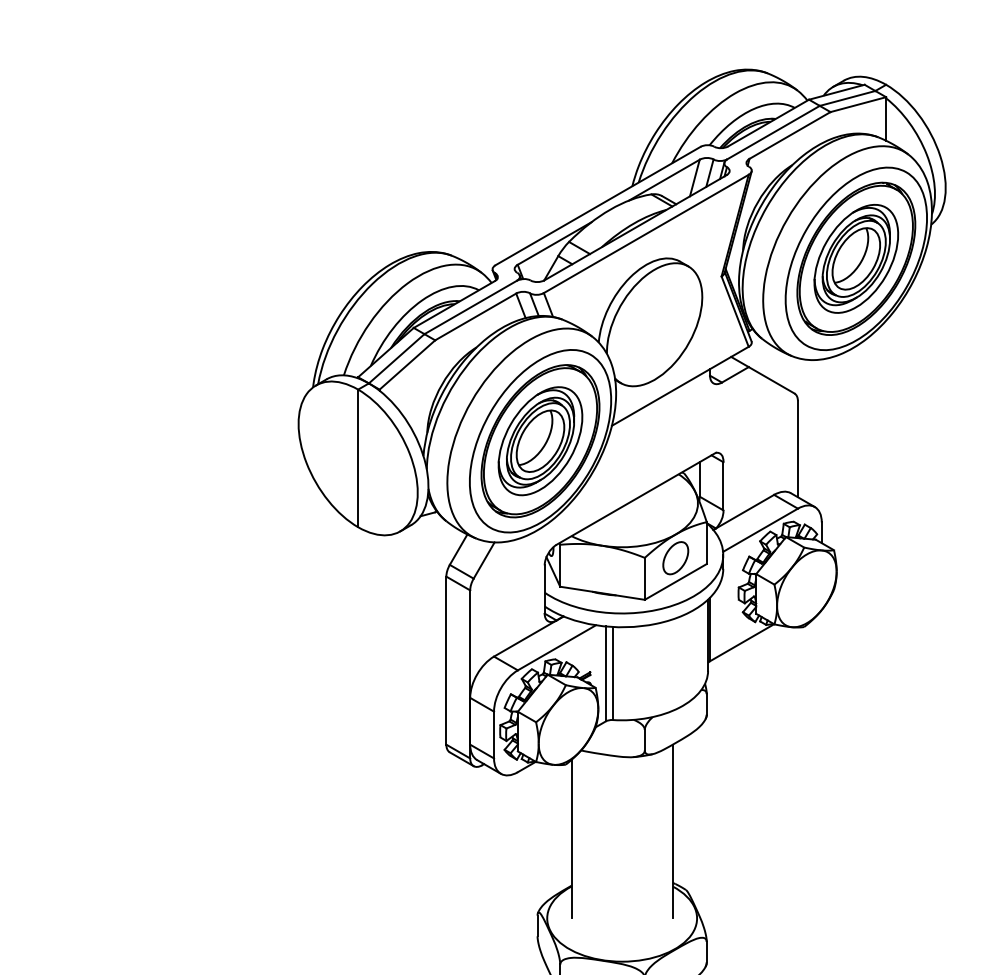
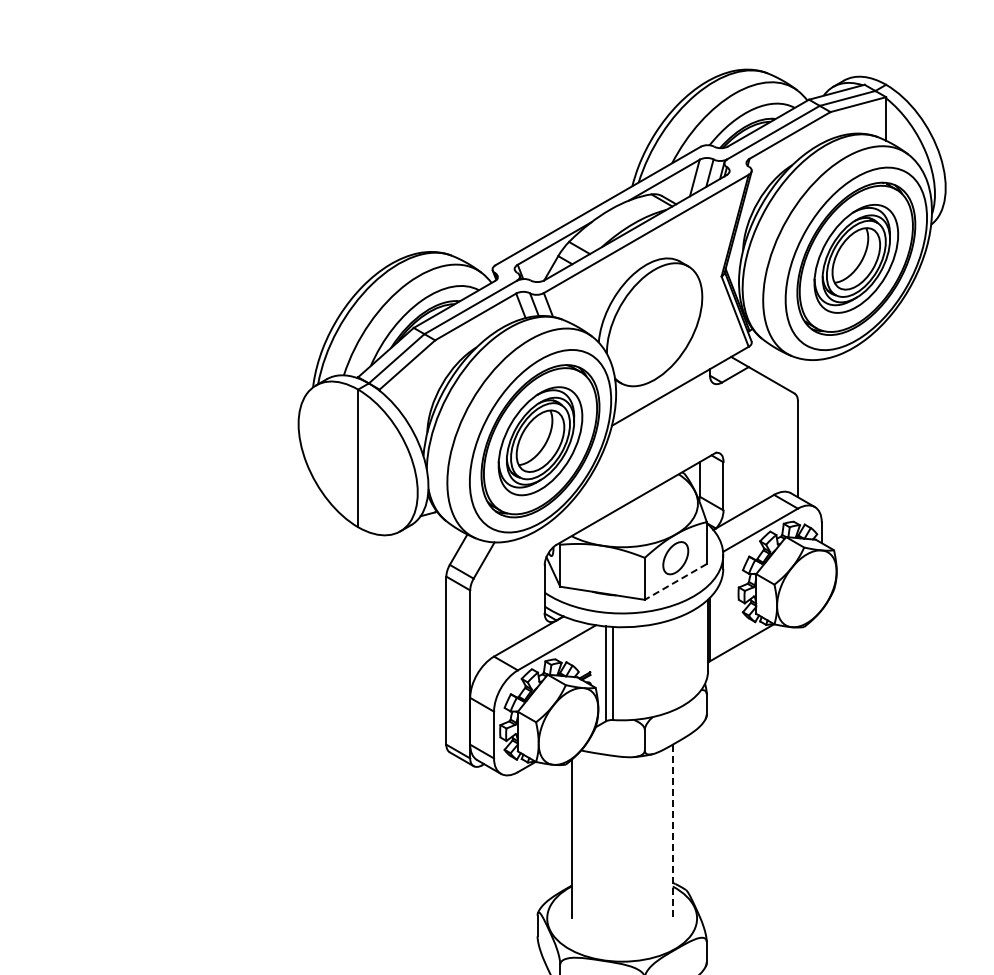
line at (675, 581): solid -> dashed
line at (672, 831): solid -> dashed
